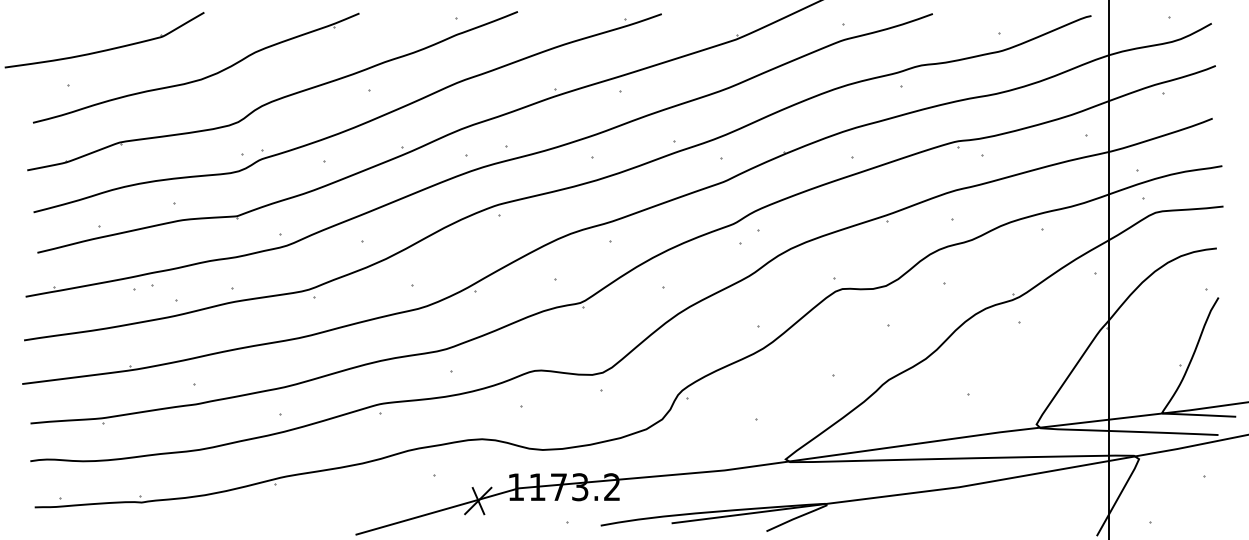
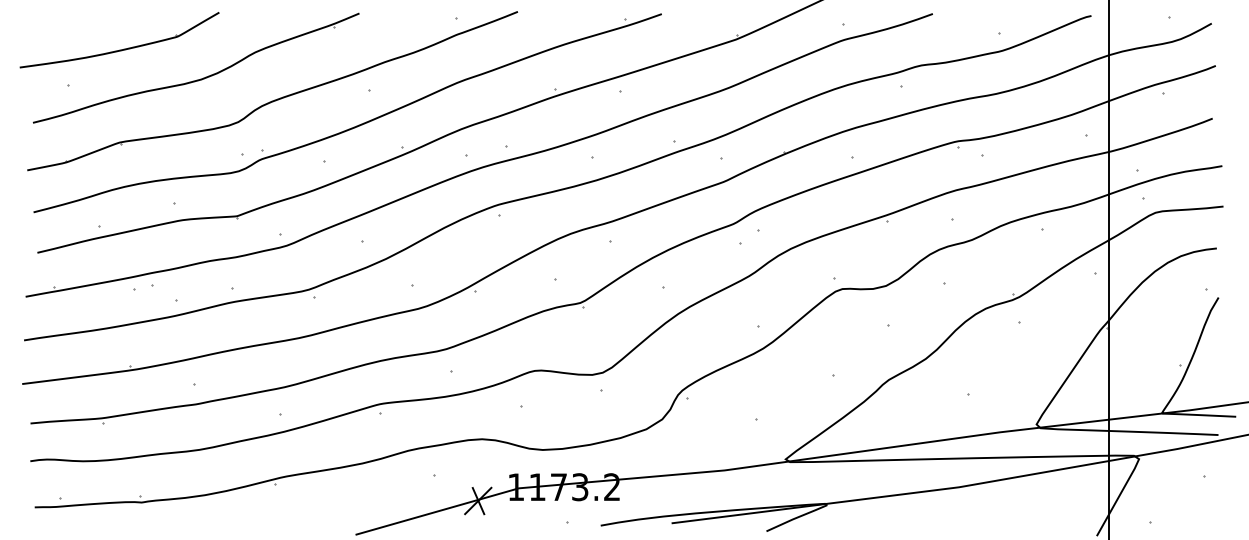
part at (108, 48) position: (108, 48) -> (123, 48)
